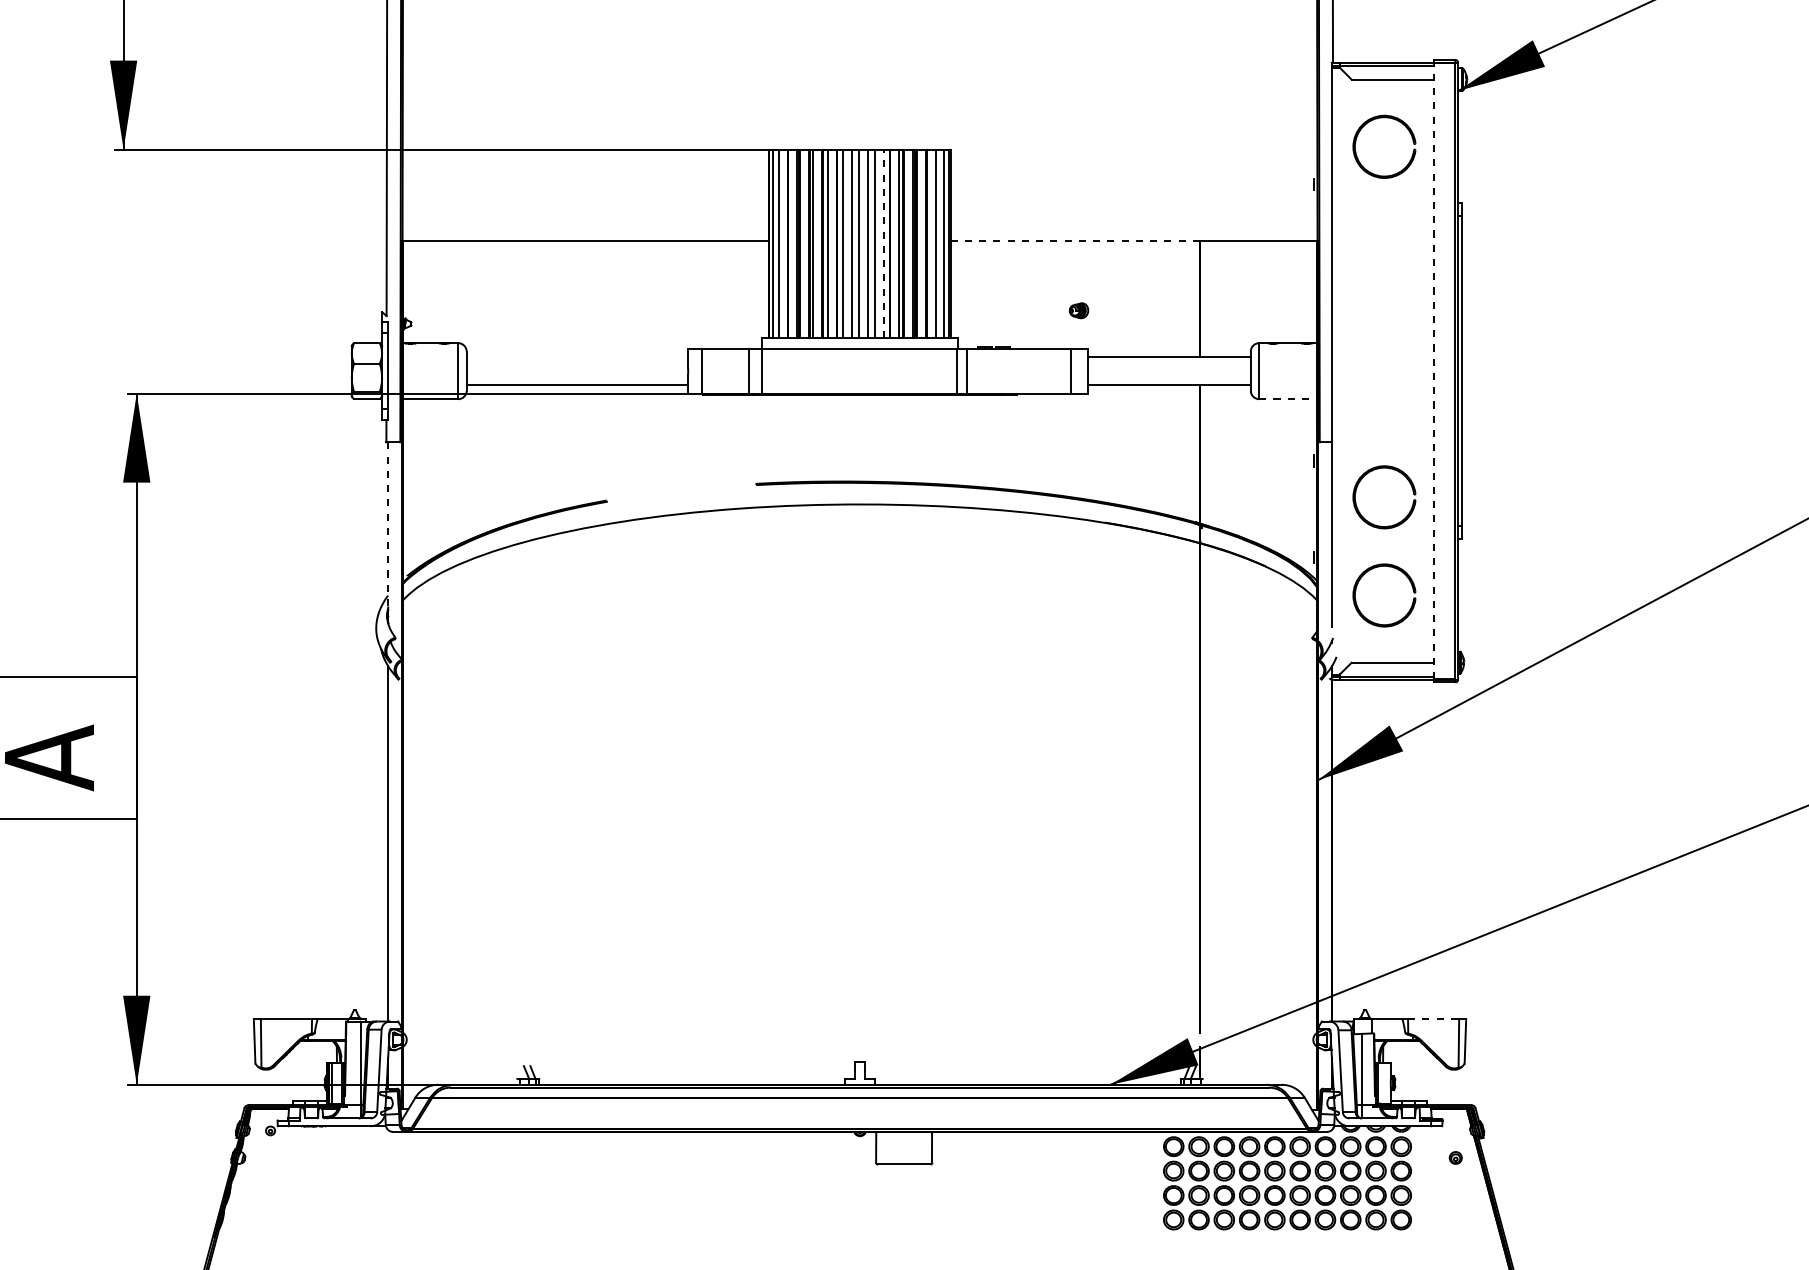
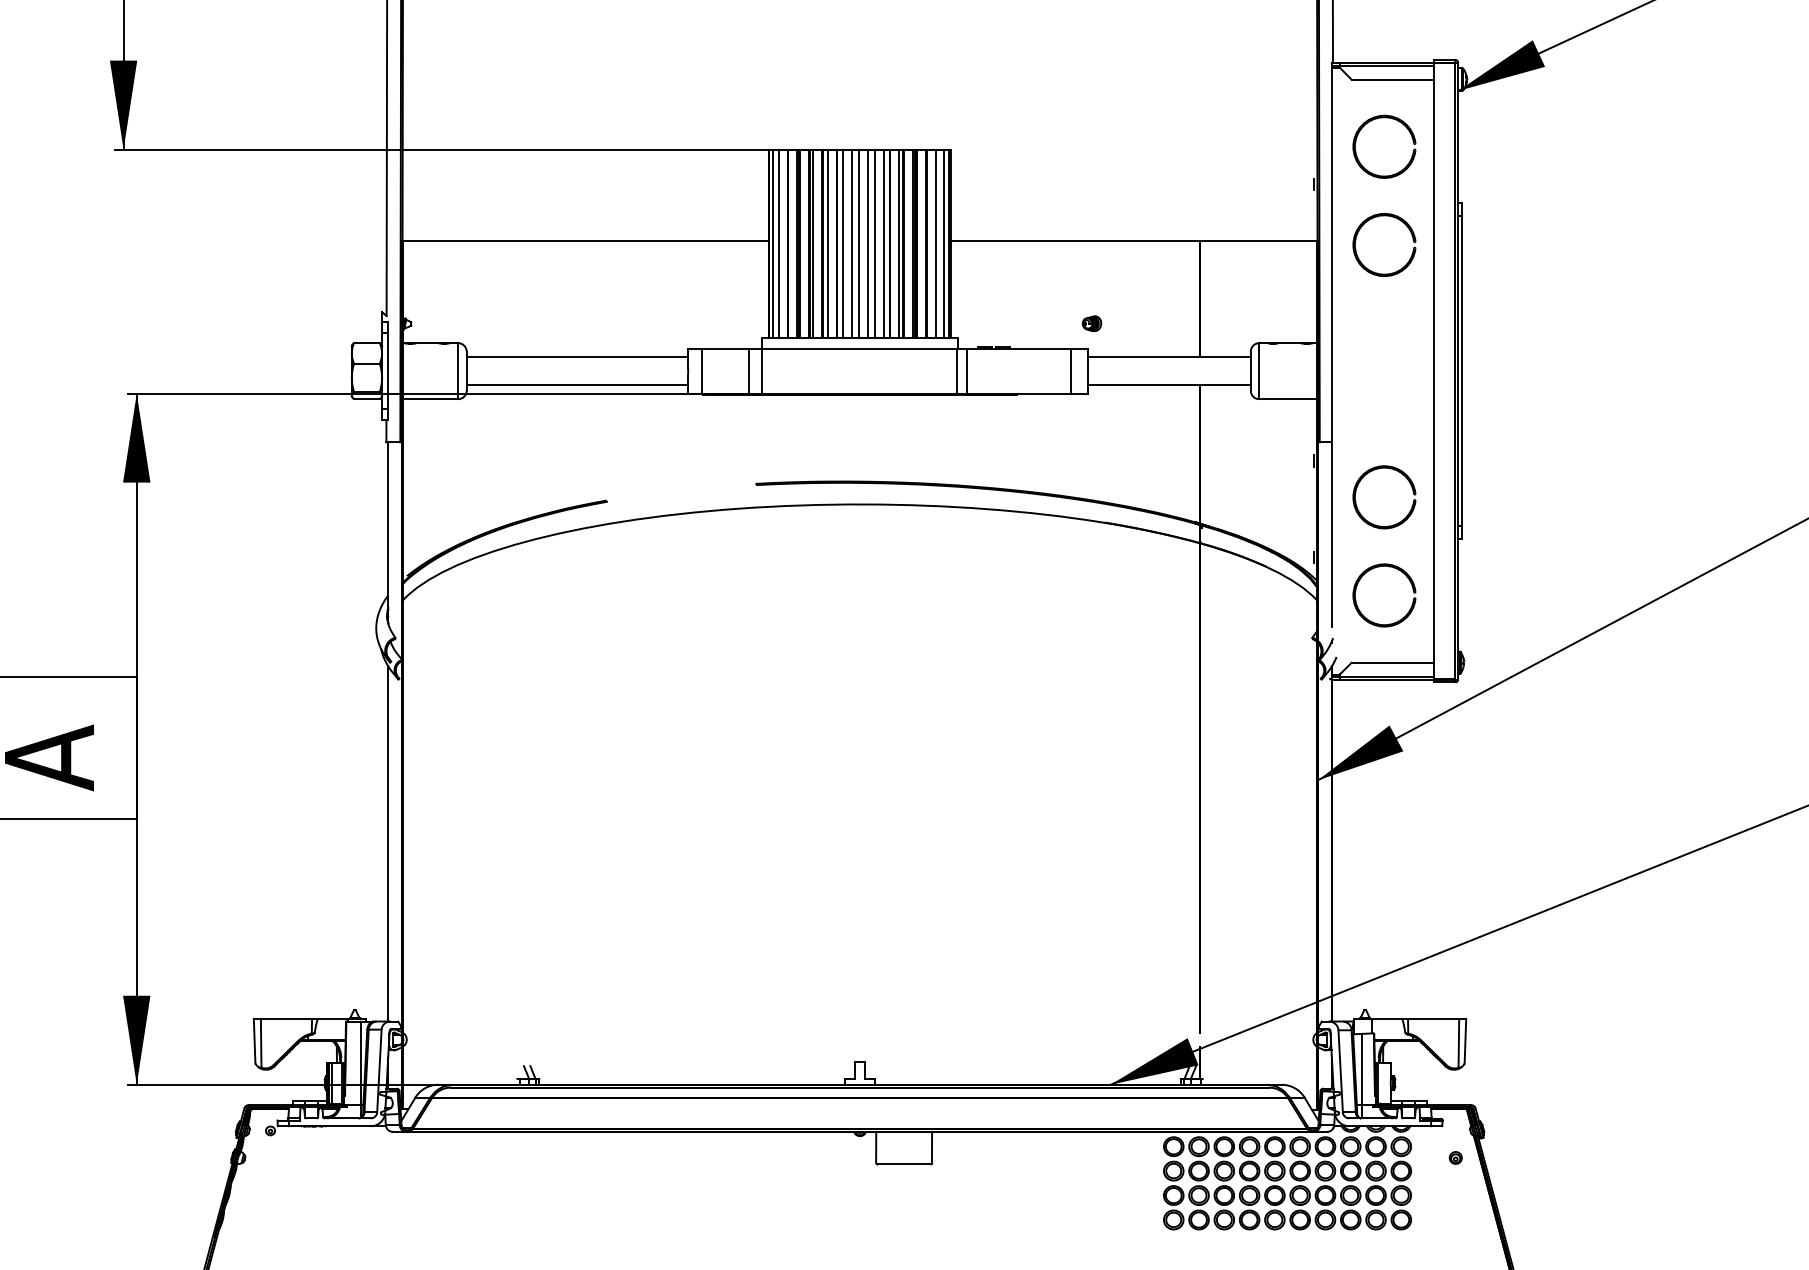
part at (1394, 218): none -> present
line at (1075, 240): dashed -> solid
line at (884, 243): dashed -> solid
part at (1078, 310) position: (1078, 310) -> (1091, 323)
line at (577, 357): none -> present
line at (1434, 371): dashed -> solid
line at (1287, 399): dashed -> solid
line at (388, 525): dashed -> solid
line at (1433, 1019): dashed -> solid
